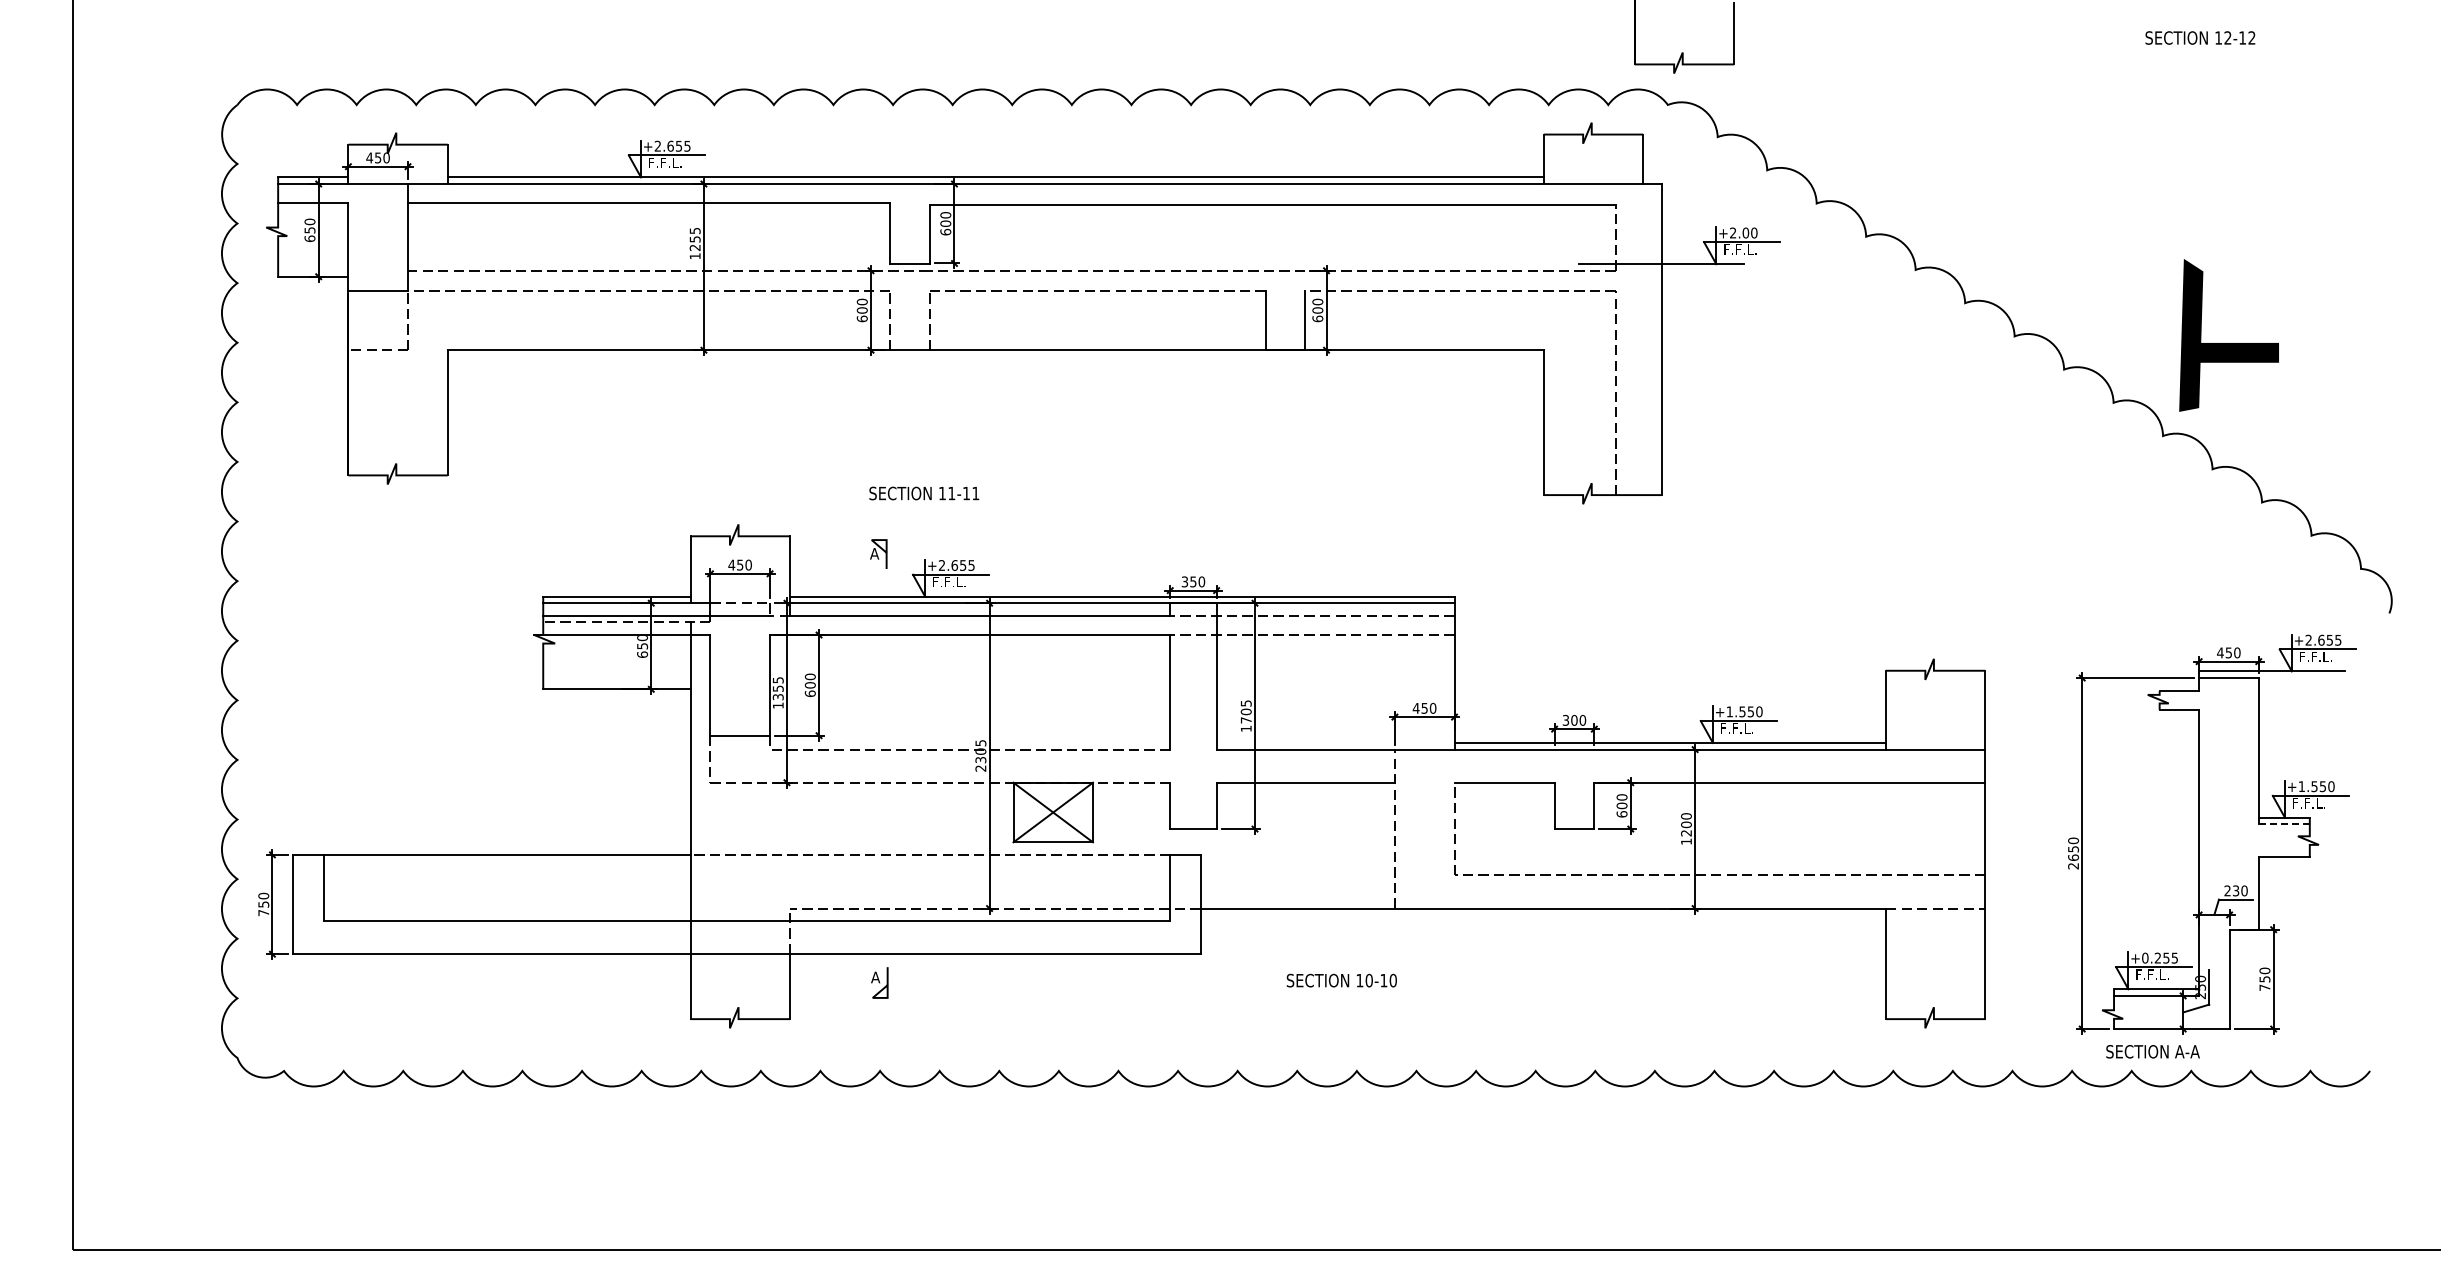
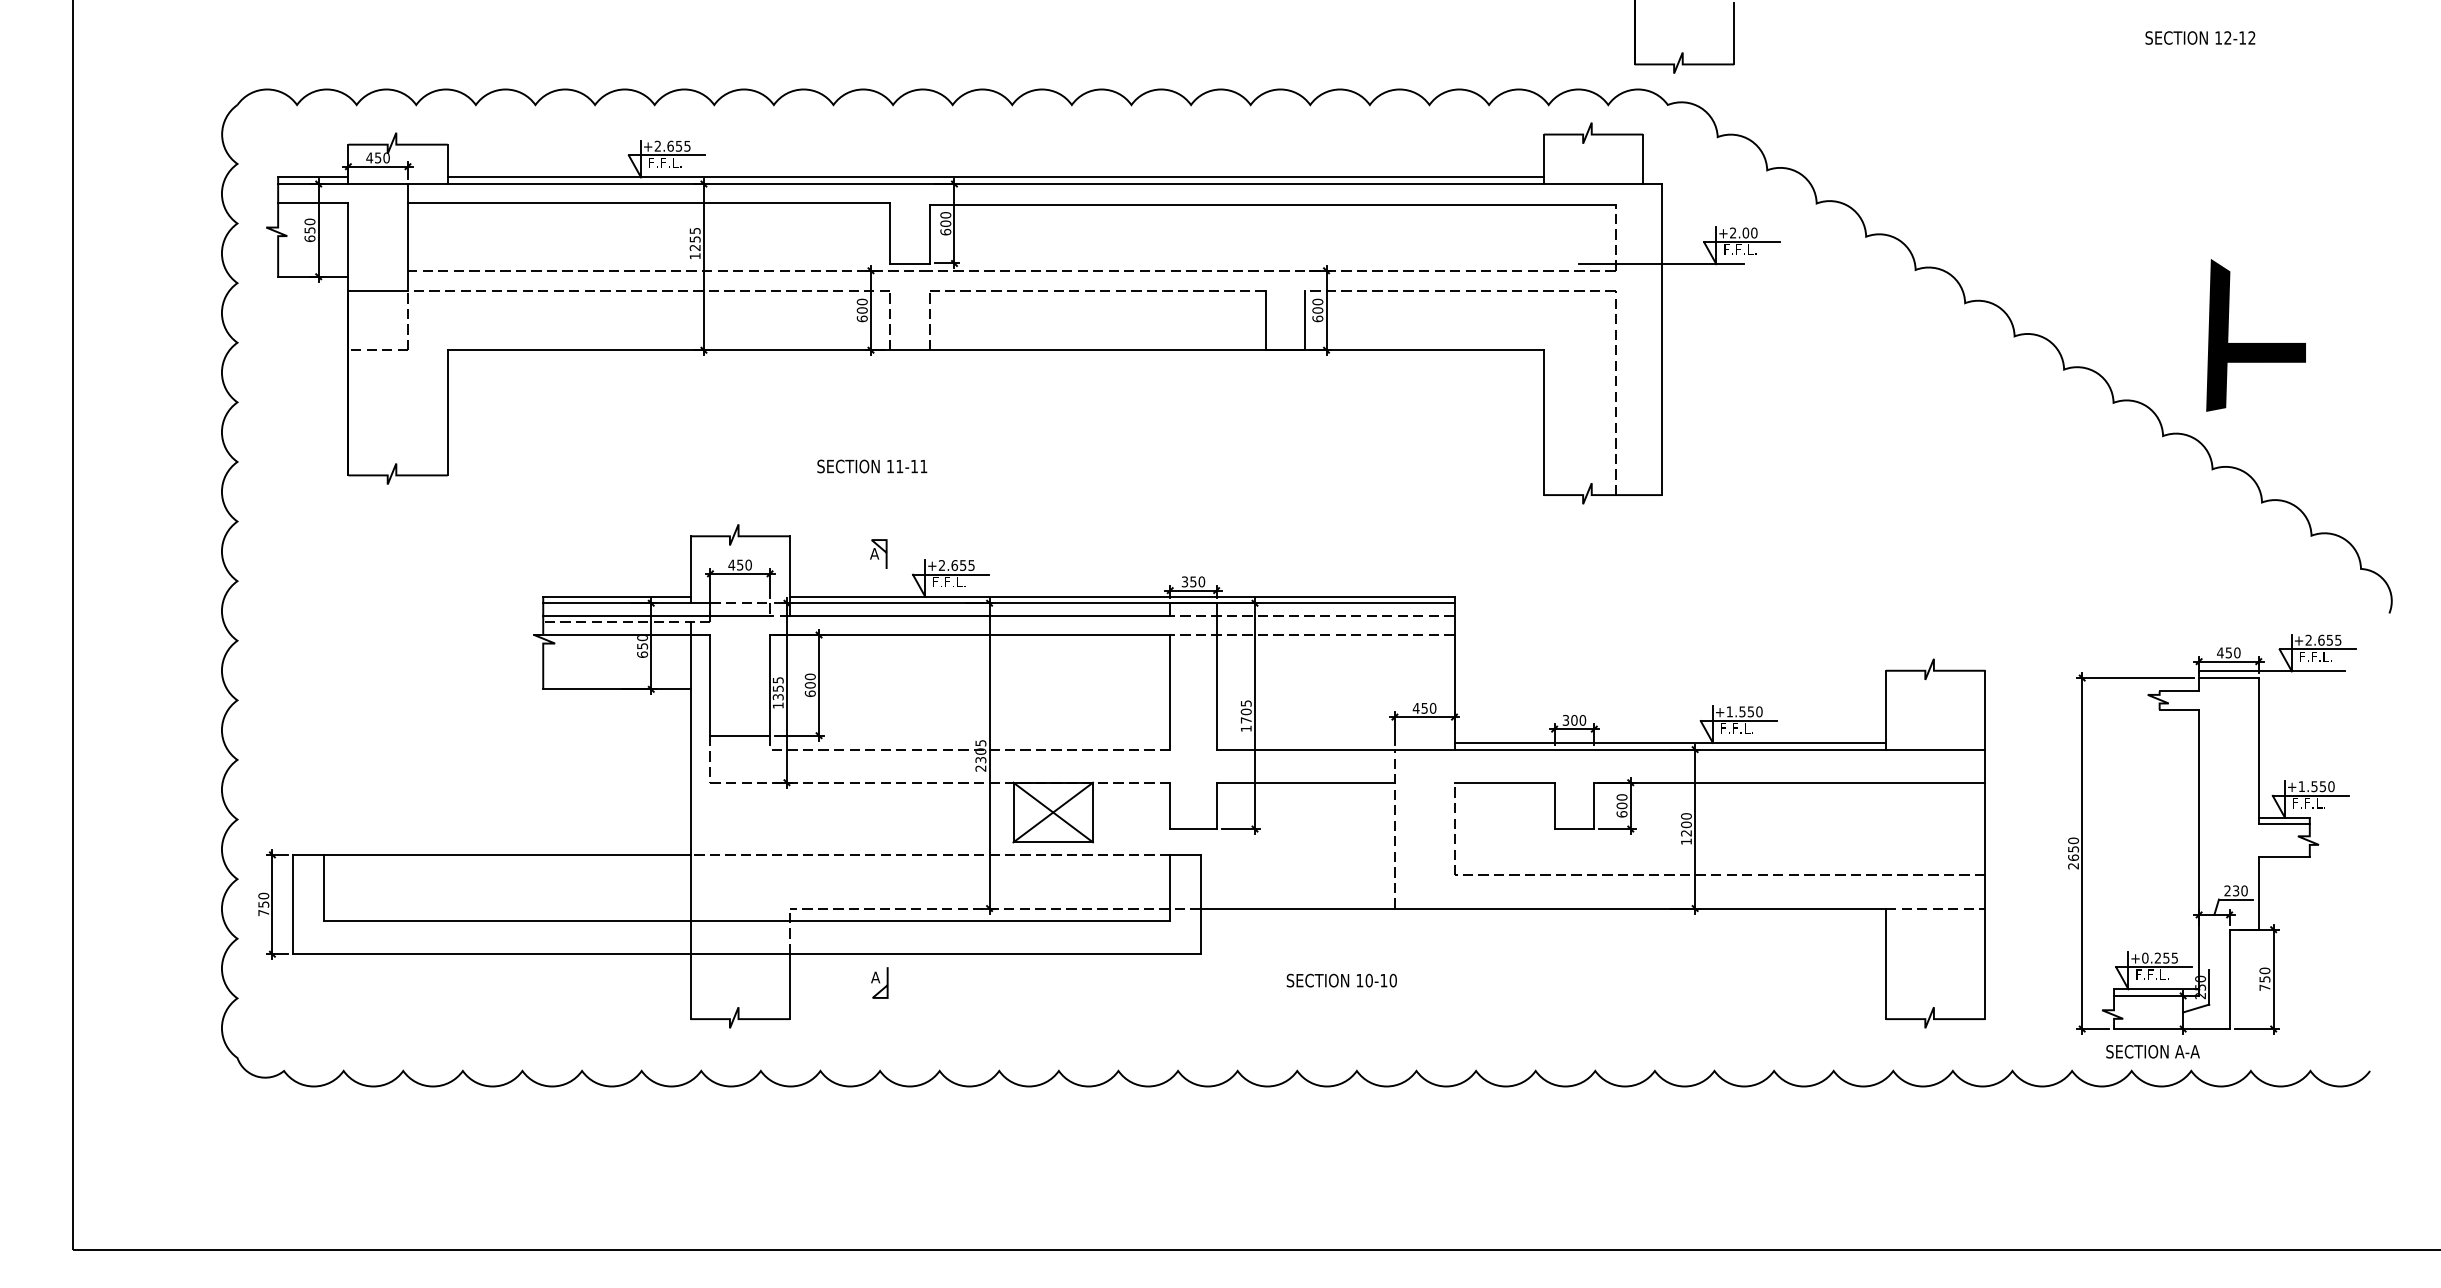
part at (2228, 343) position: (2228, 343) -> (2255, 343)
text at (924, 493) position: (924, 493) -> (872, 466)
line at (2284, 824): dashed -> solid
